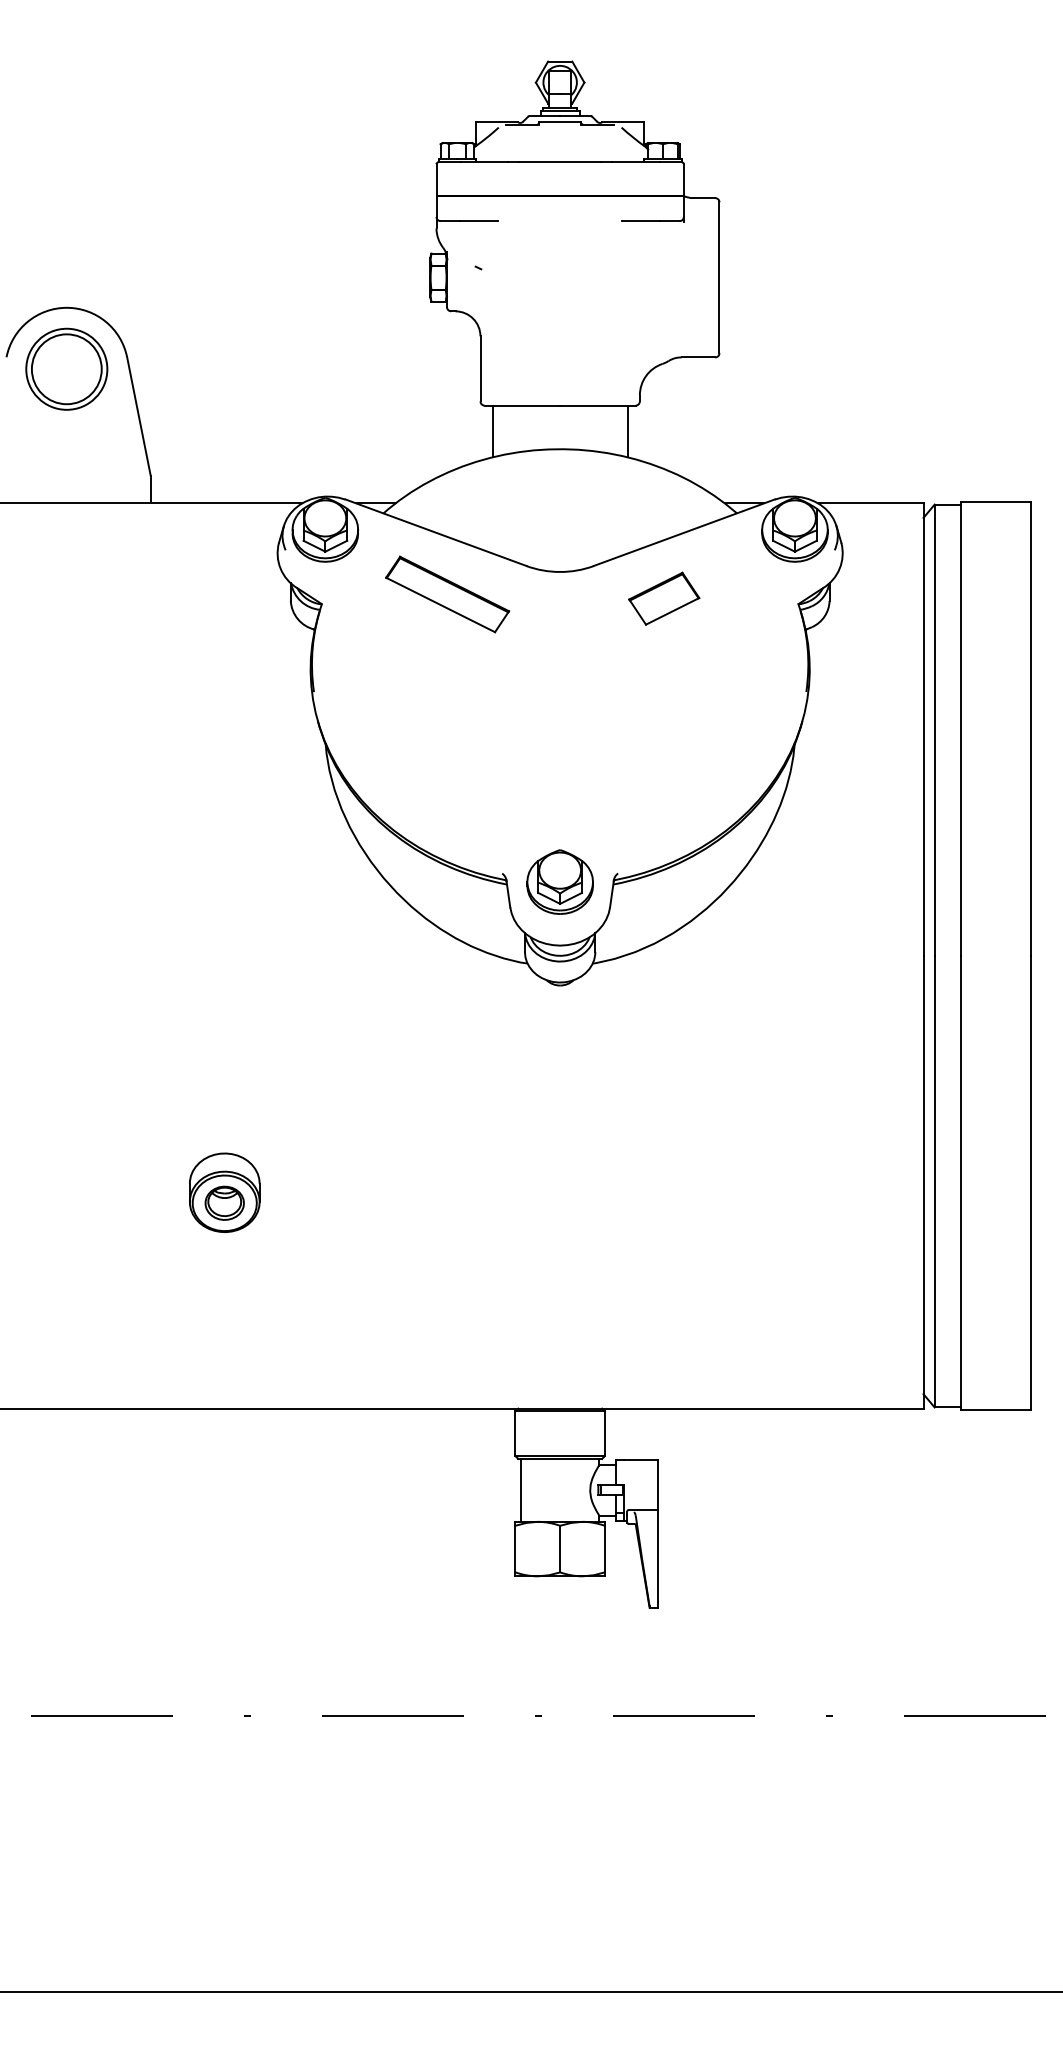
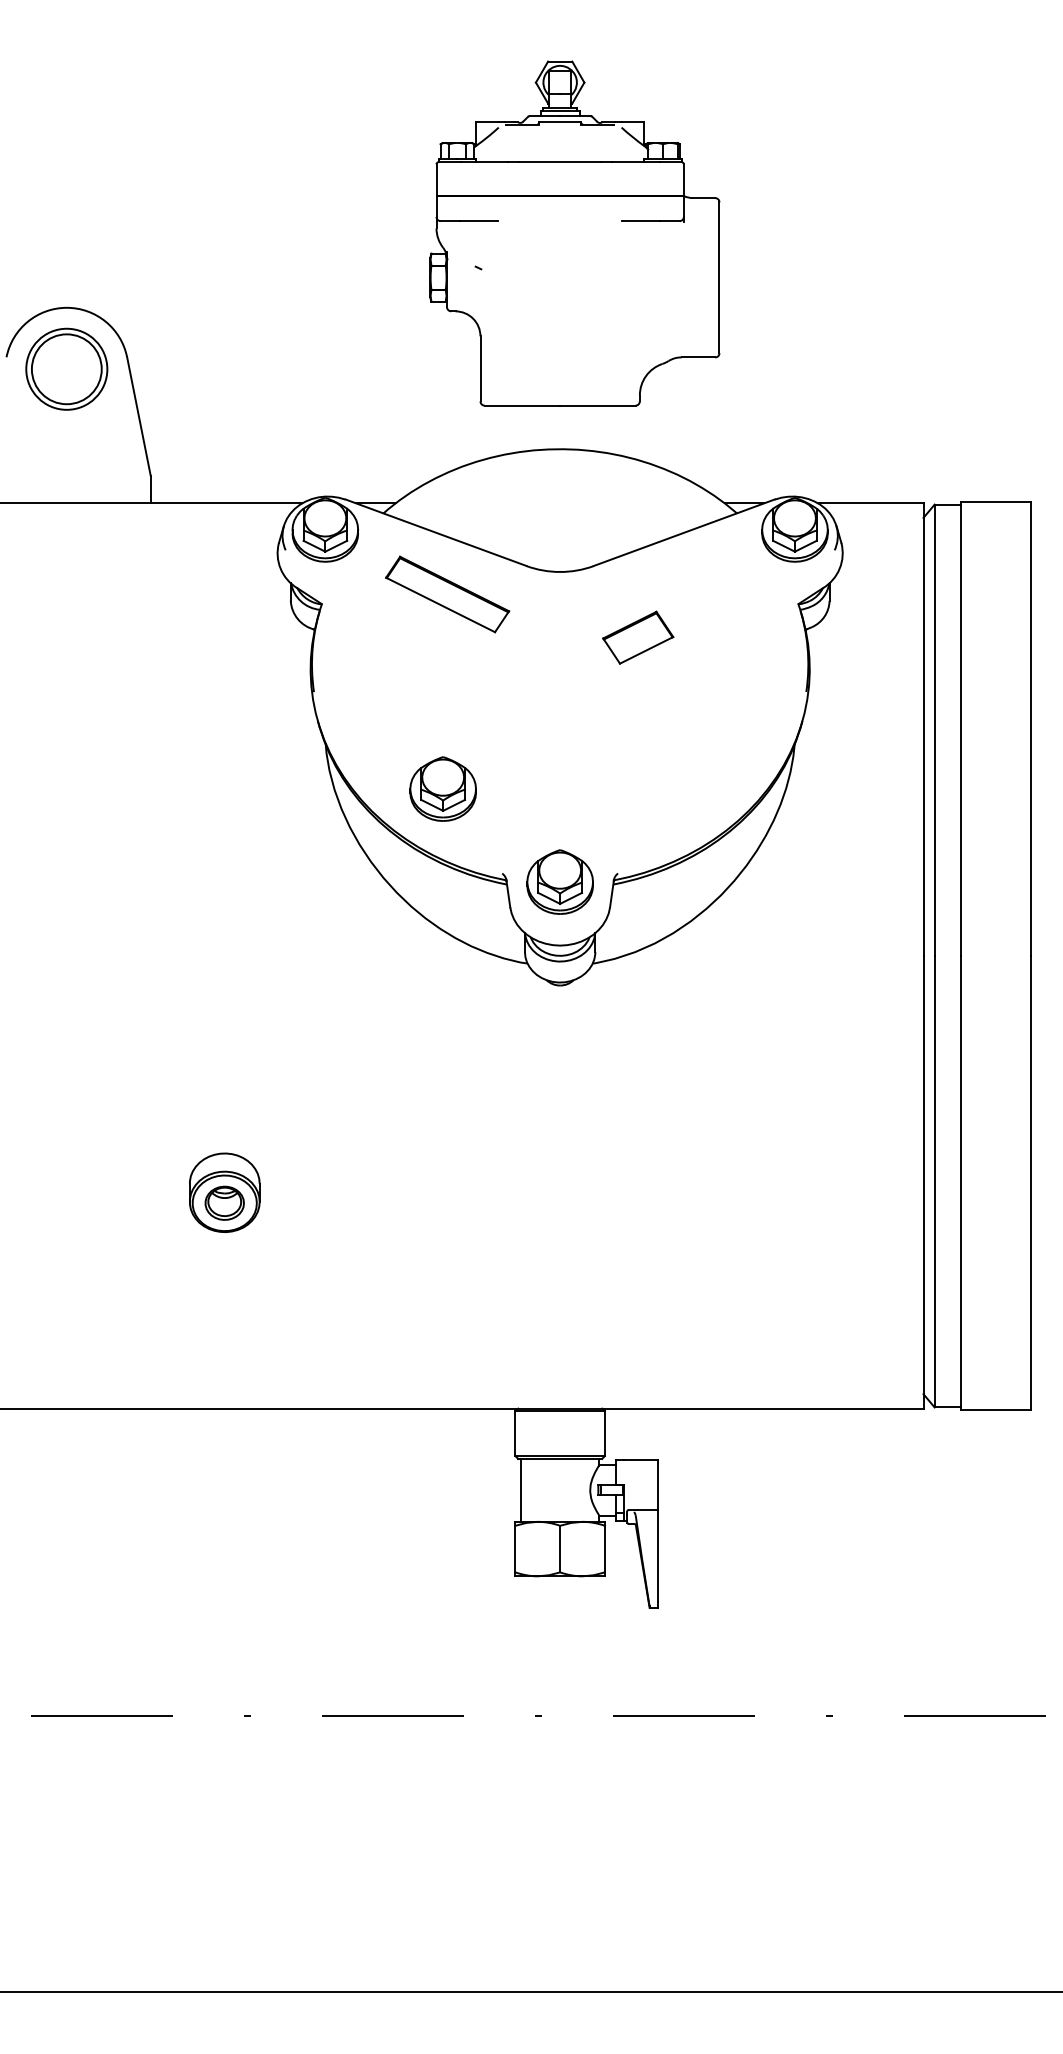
line at (492, 431): present -> none
line at (627, 431): present -> none
part at (664, 598) position: (664, 598) -> (638, 637)
part at (442, 788): none -> present
